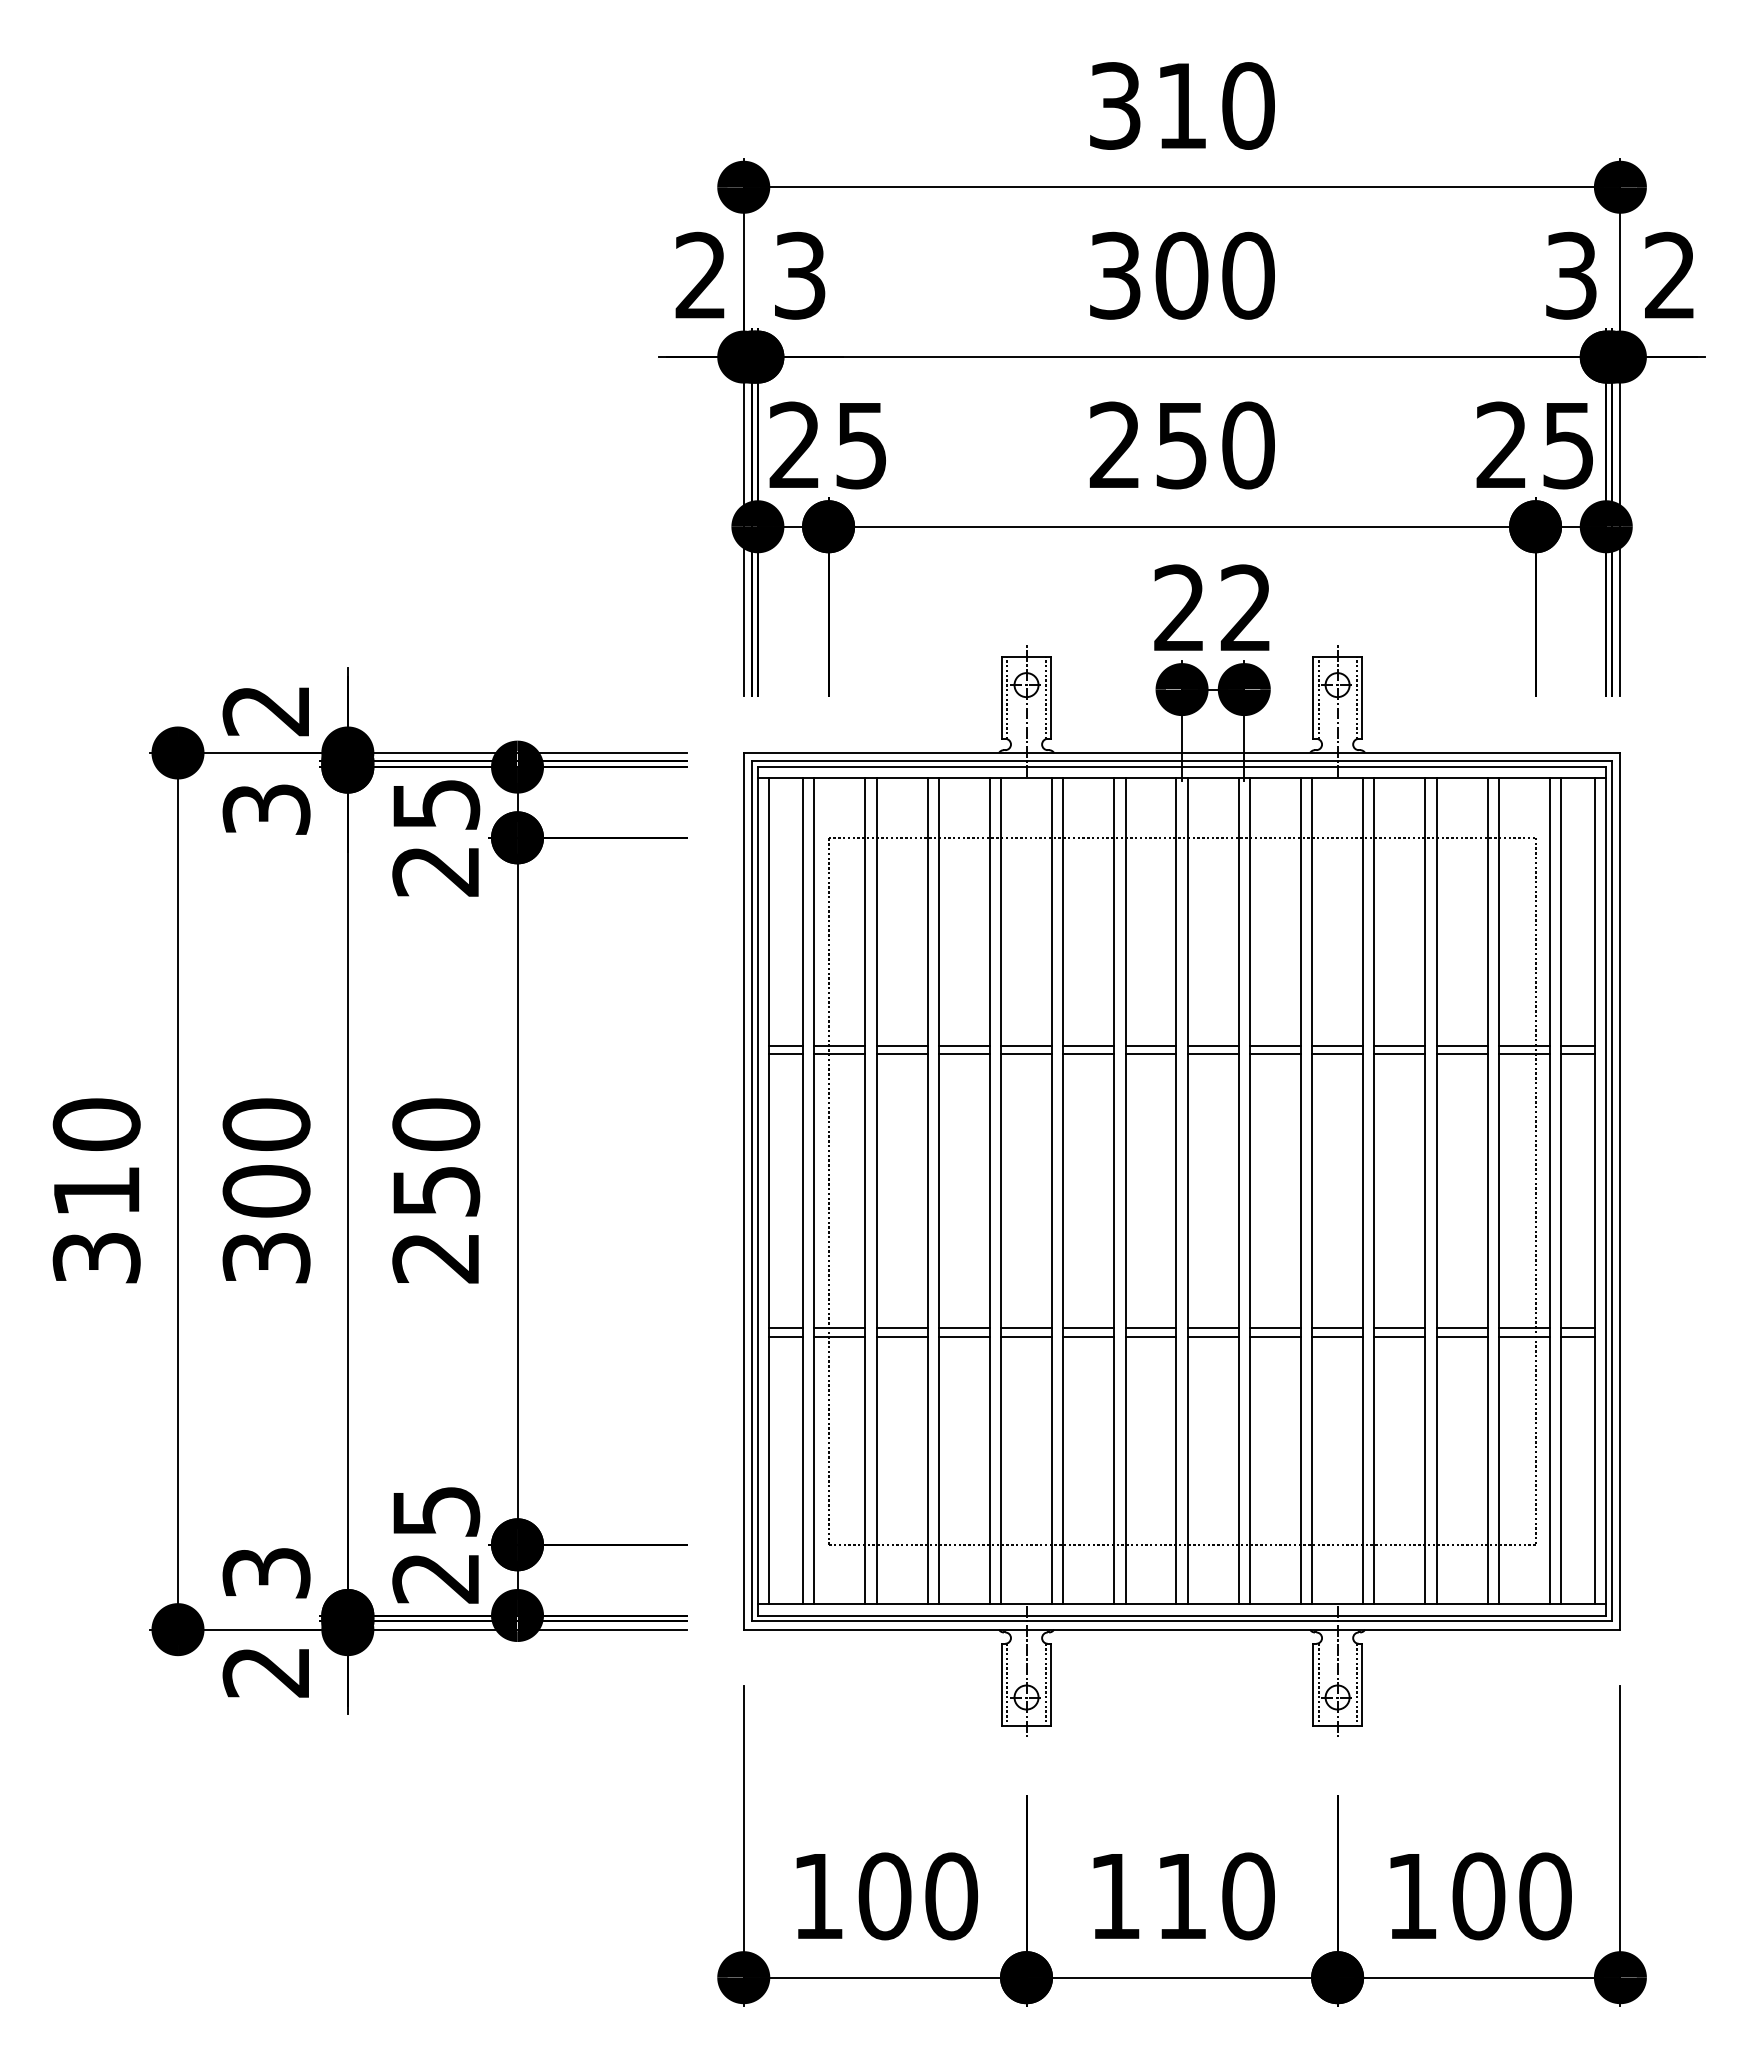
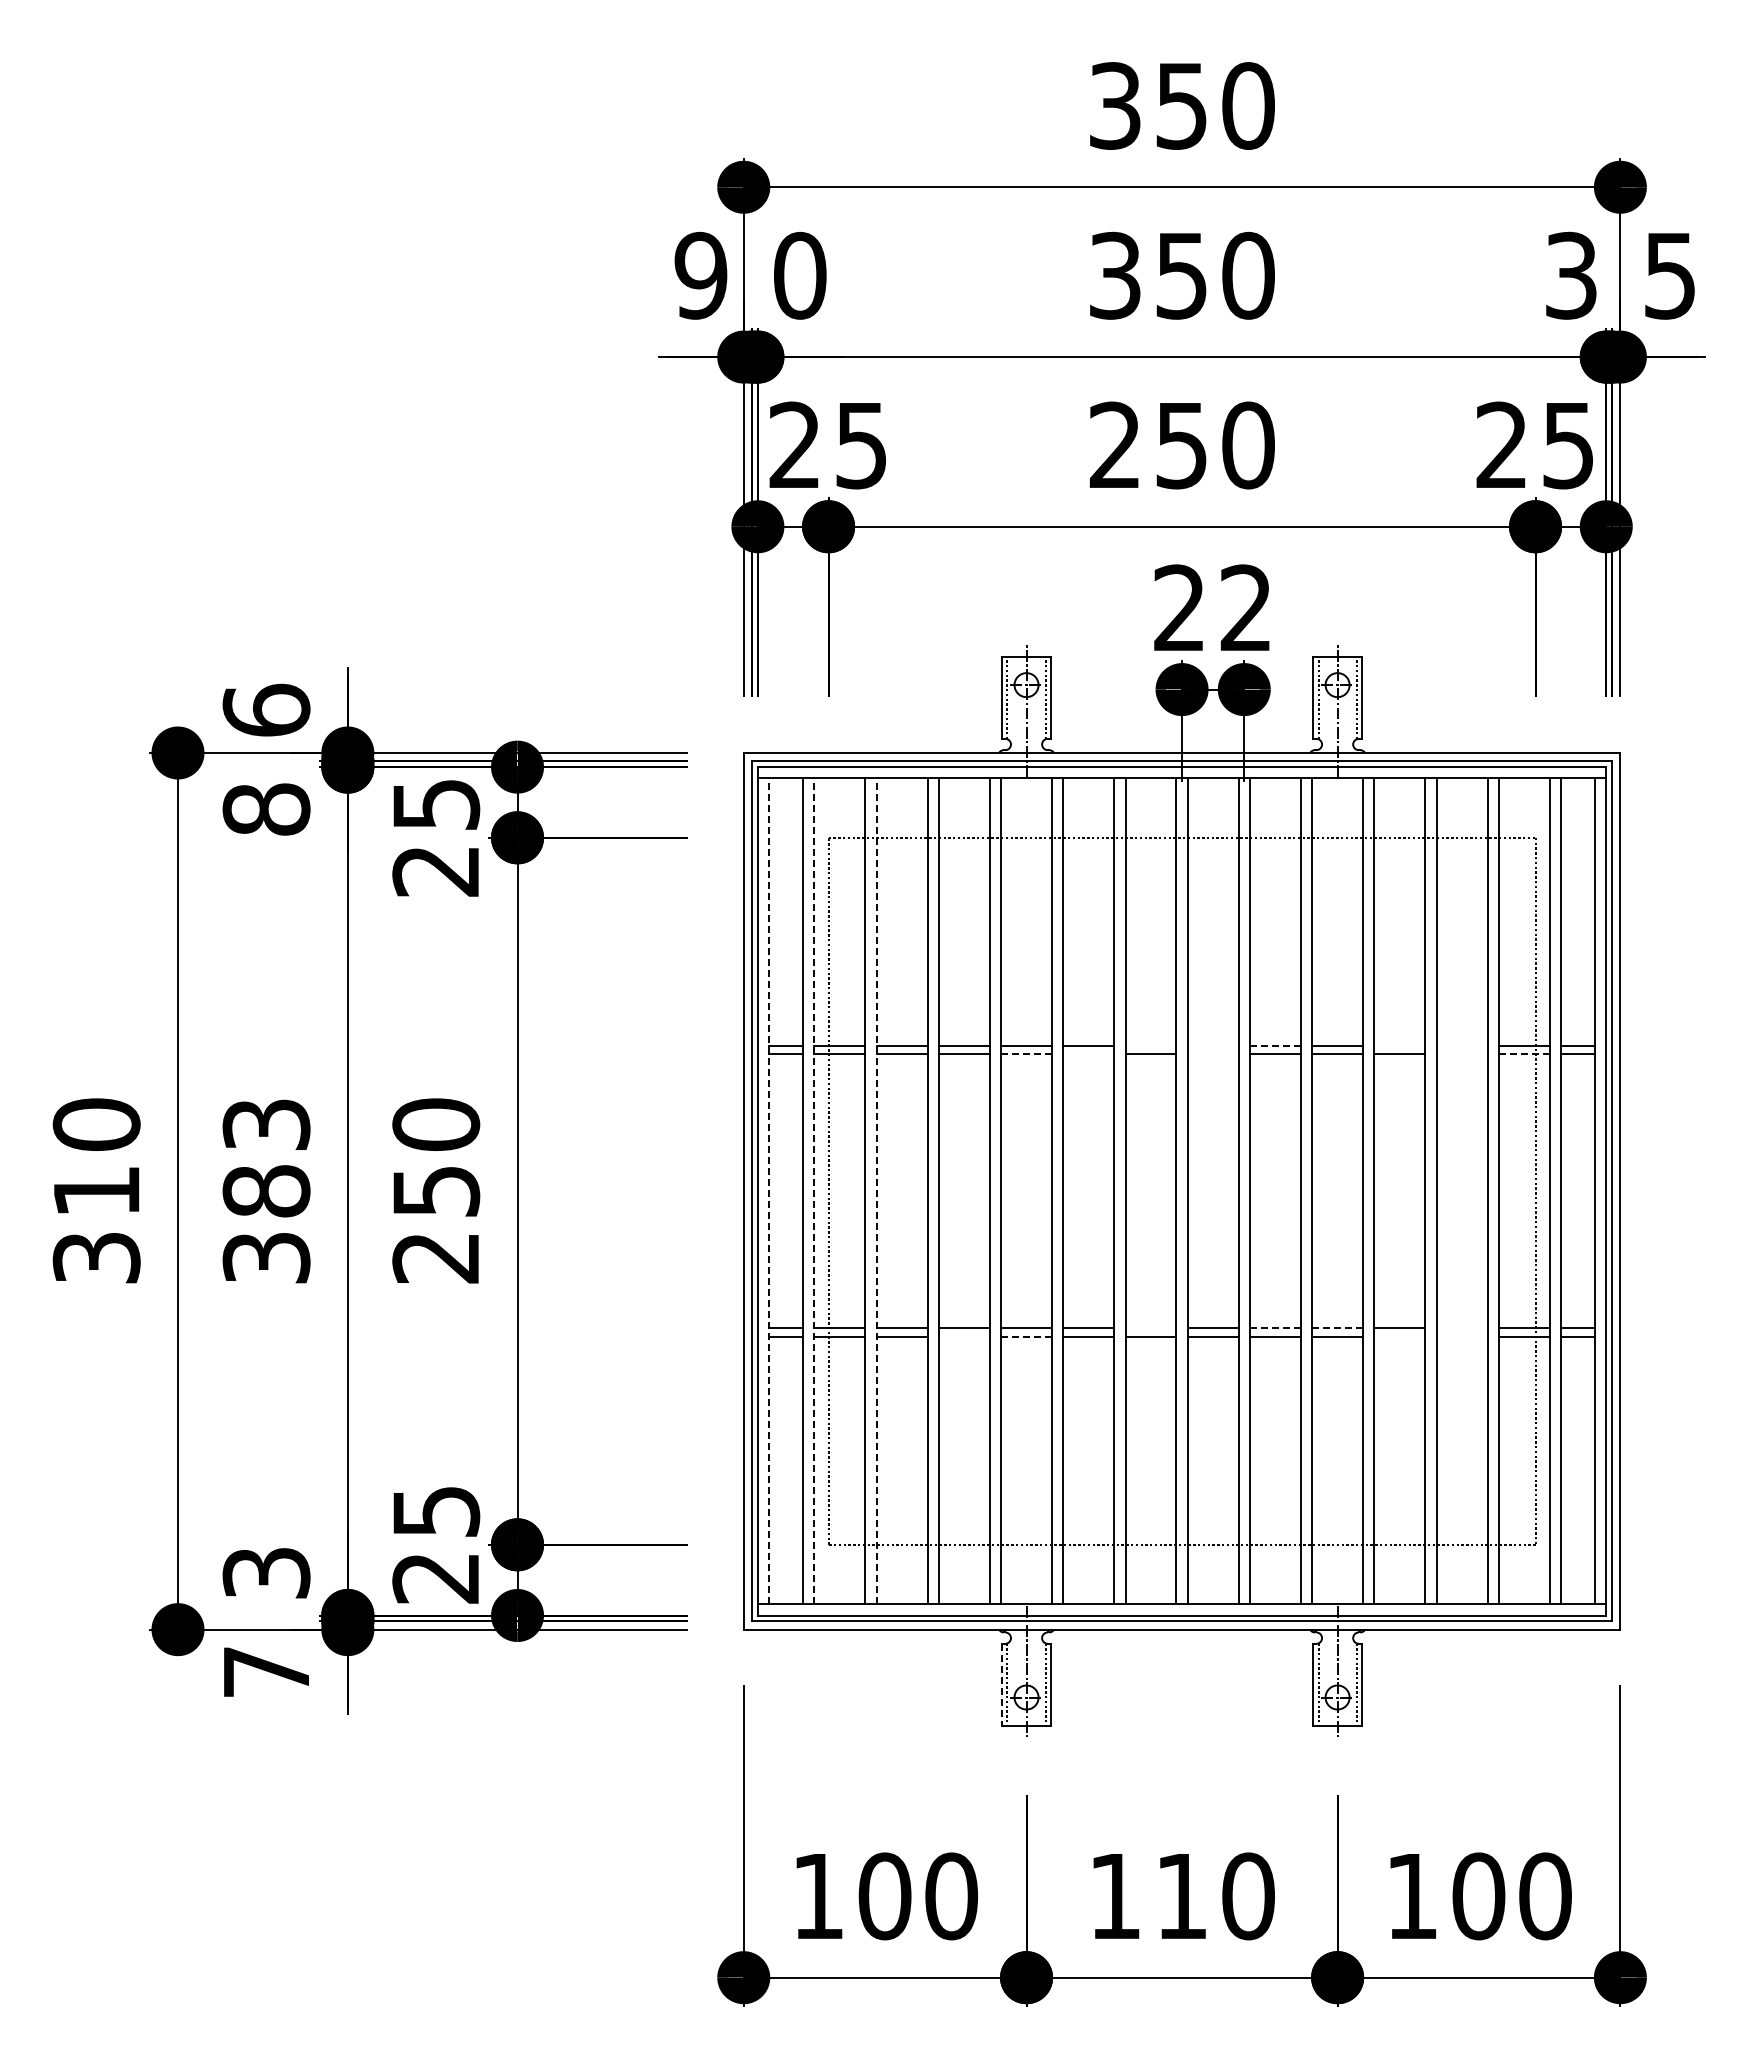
text at (1181, 106): 310 -> 350
text at (700, 275): 2 -> 9
text at (800, 275): 3 -> 0
text at (1181, 275): 300 -> 350
text at (1669, 275): 2 -> 5
text at (266, 709): 2 -> 6
text at (266, 809): 3 -> 8
line at (1150, 1045): present -> none
line at (1212, 1045): present -> none
line at (1275, 1045): solid -> dashed
line at (1399, 1045): present -> none
line at (1461, 1045): present -> none
line at (1027, 1054): solid -> dashed
line at (1088, 1054): present -> none
line at (1212, 1054): present -> none
line at (1461, 1054): present -> none
line at (1524, 1054): solid -> dashed
text at (266, 1157): 300 -> 383
line at (769, 1191): solid -> dashed
line at (814, 1191): solid -> dashed
line at (876, 1191): solid -> dashed
line at (1150, 1328): present -> none
line at (1275, 1328): solid -> dashed
line at (1338, 1328): solid -> dashed
line at (1461, 1328): present -> none
line at (963, 1336): present -> none
line at (1027, 1336): solid -> dashed
line at (1399, 1336): present -> none
line at (1461, 1336): present -> none
text at (265, 1672): 2 -> 7
line at (1001, 1685): solid -> dashed
